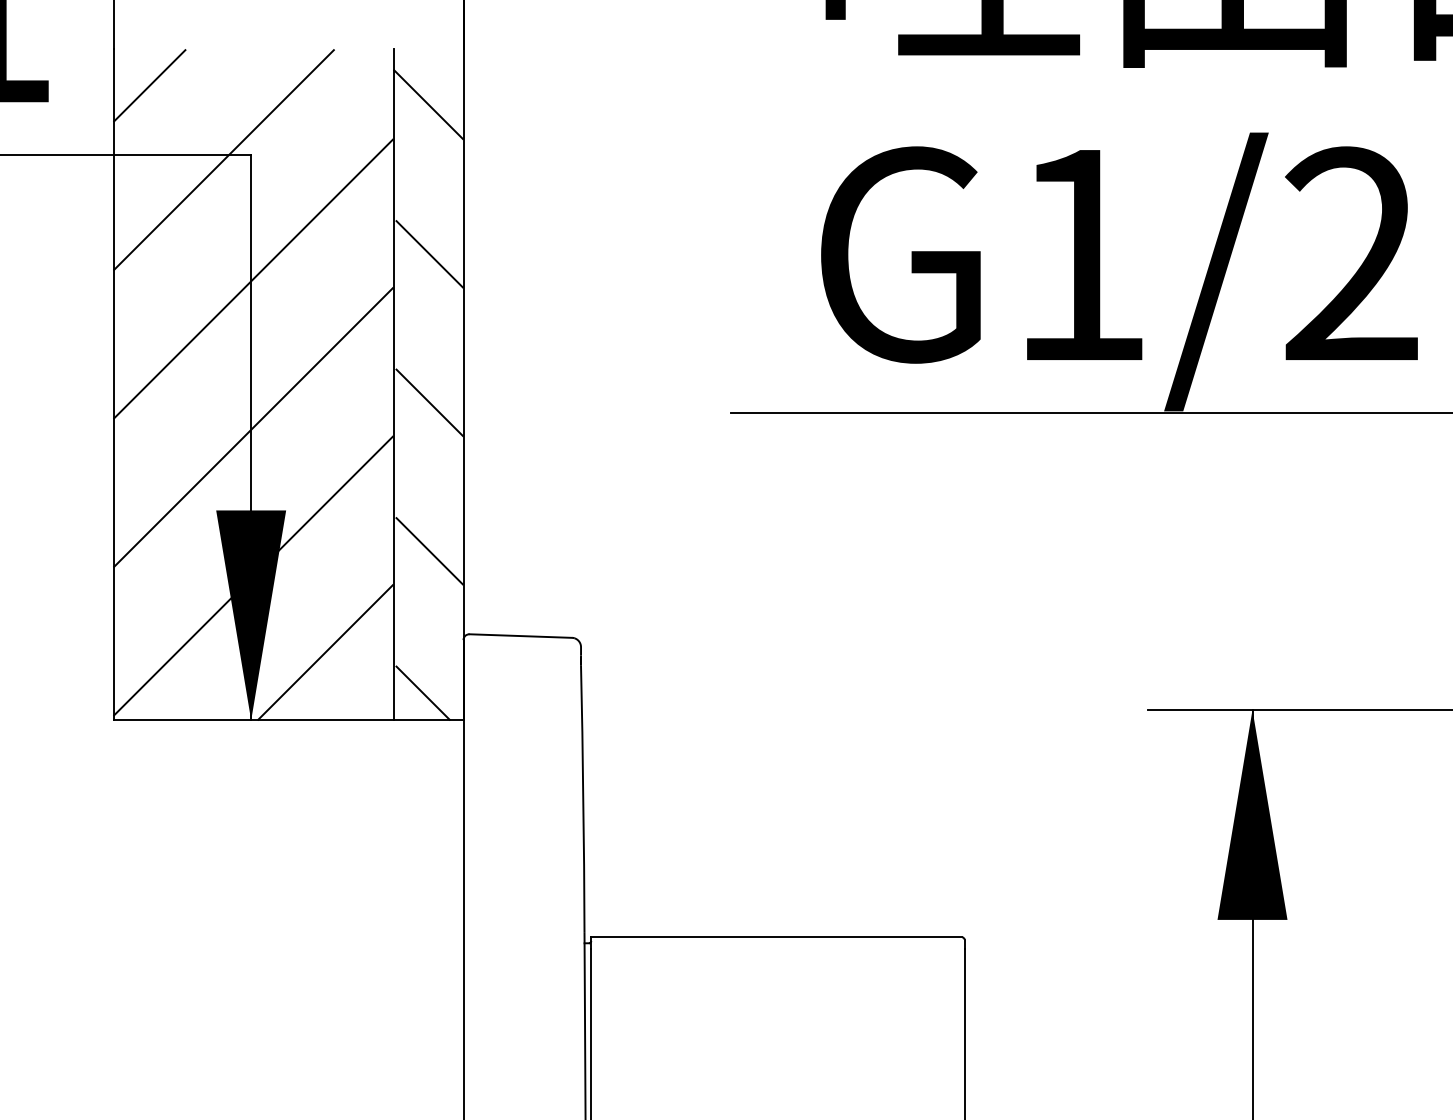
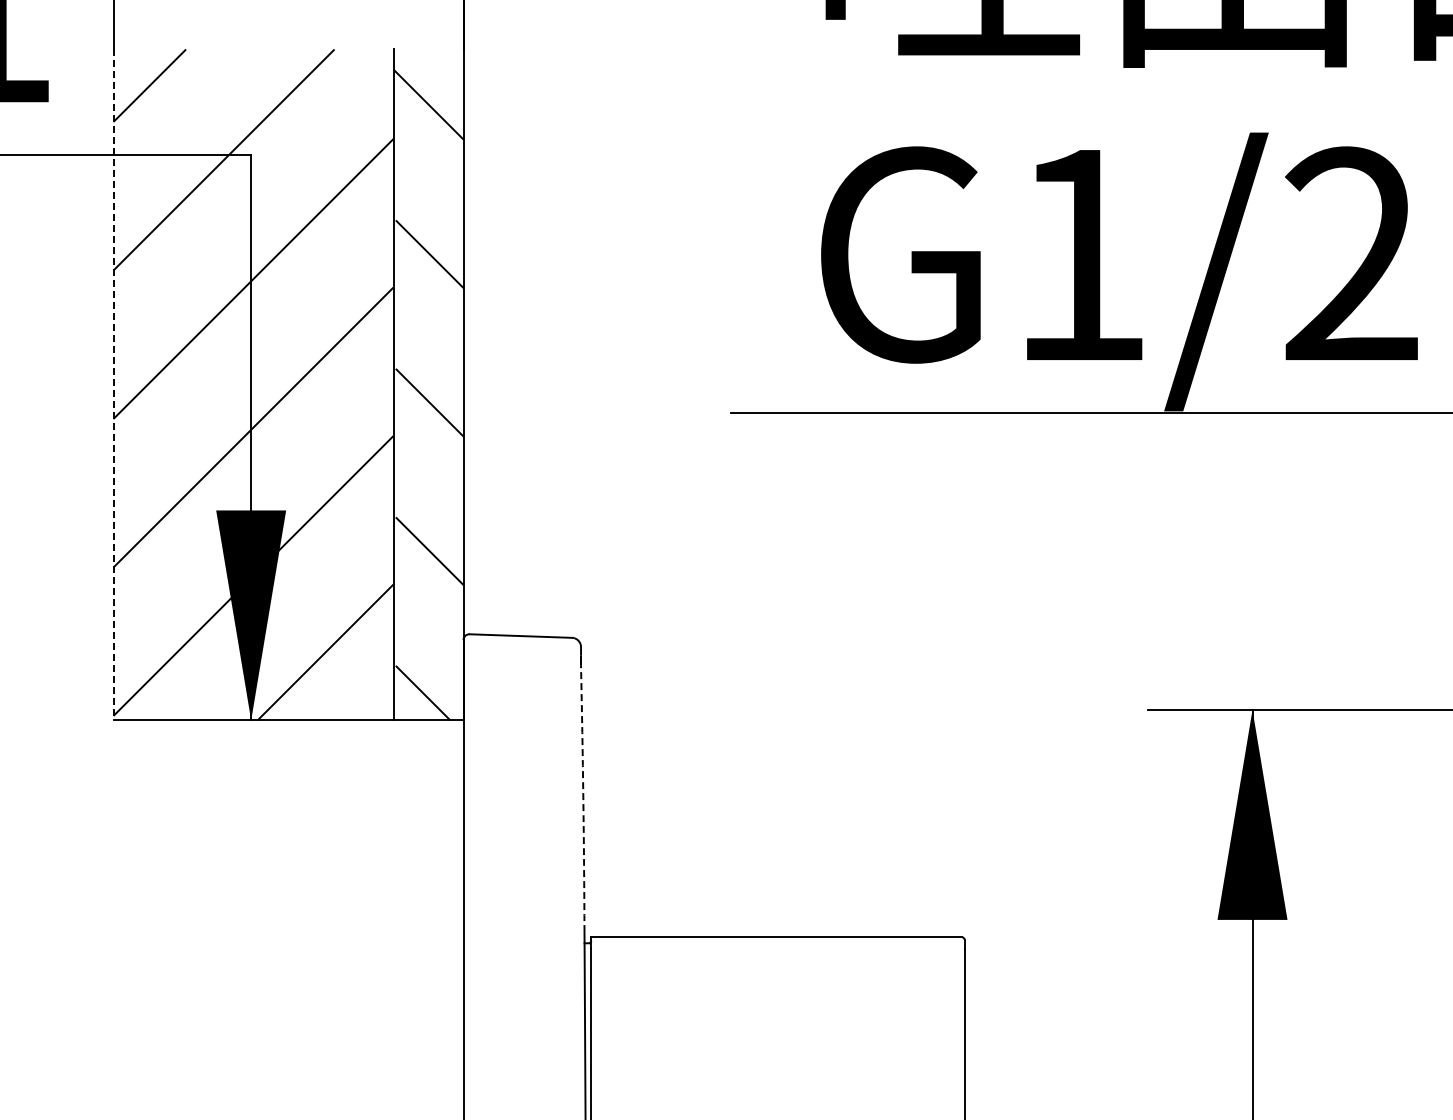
line at (113, 385): solid -> dashed
arc at (583, 798): solid -> dashed
